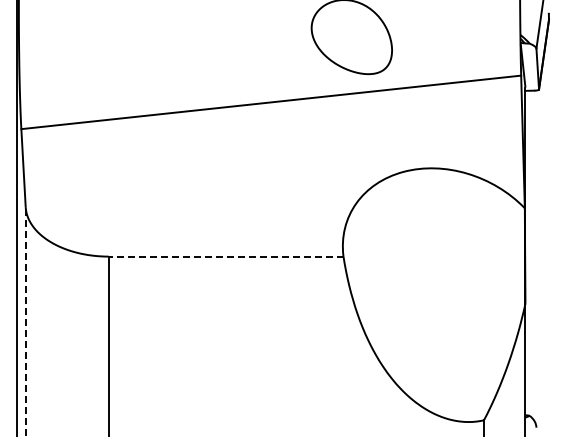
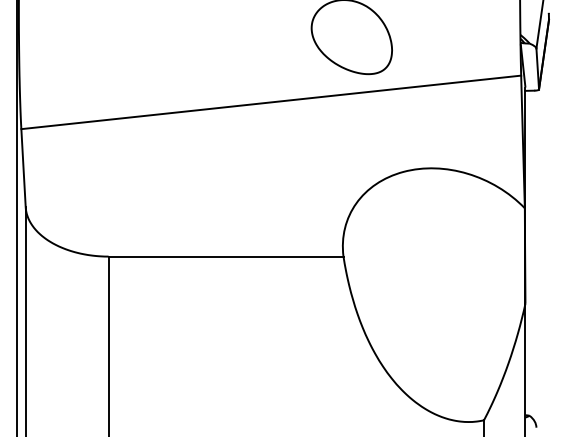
line at (225, 256): dashed -> solid
line at (25, 321): dashed -> solid
